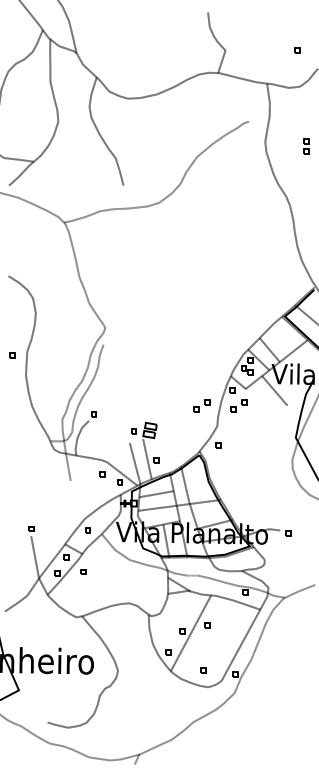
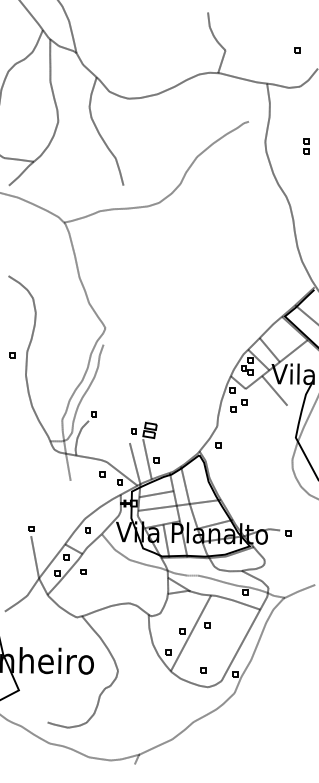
part at (201, 405): present -> none
